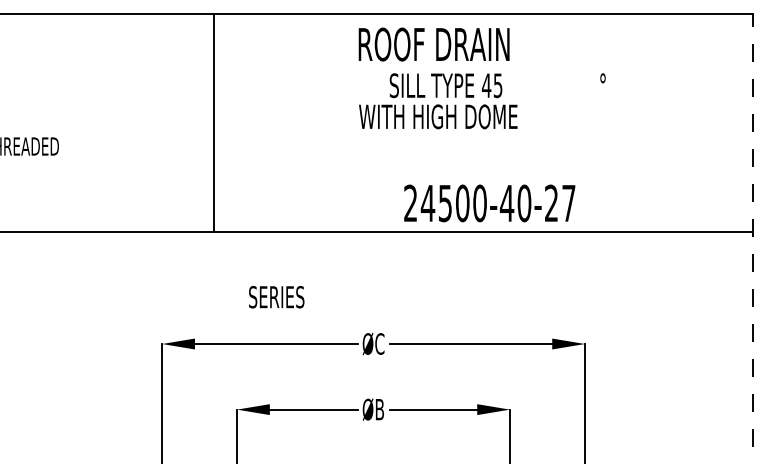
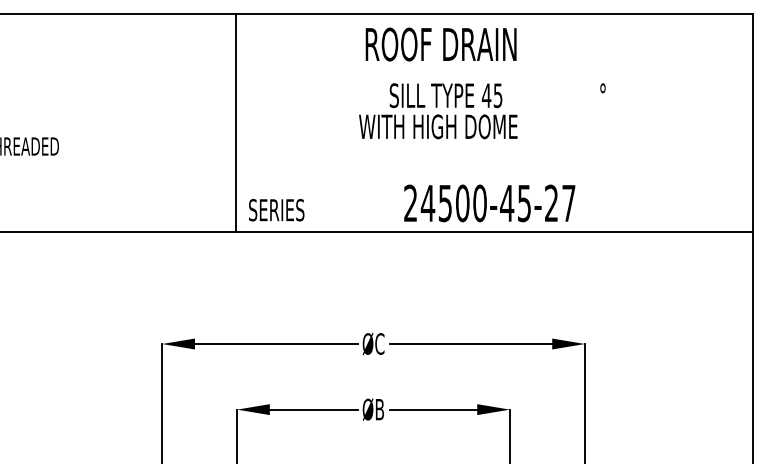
text at (433, 44) position: (433, 44) -> (440, 44)
text at (482, 101) position: (482, 101) -> (482, 111)
line at (214, 122) position: (214, 122) -> (236, 122)
text at (524, 203): 24500-40-27 -> 24500-45-27
line at (752, 238): dashed -> solid
text at (276, 297) position: (276, 297) -> (276, 210)
